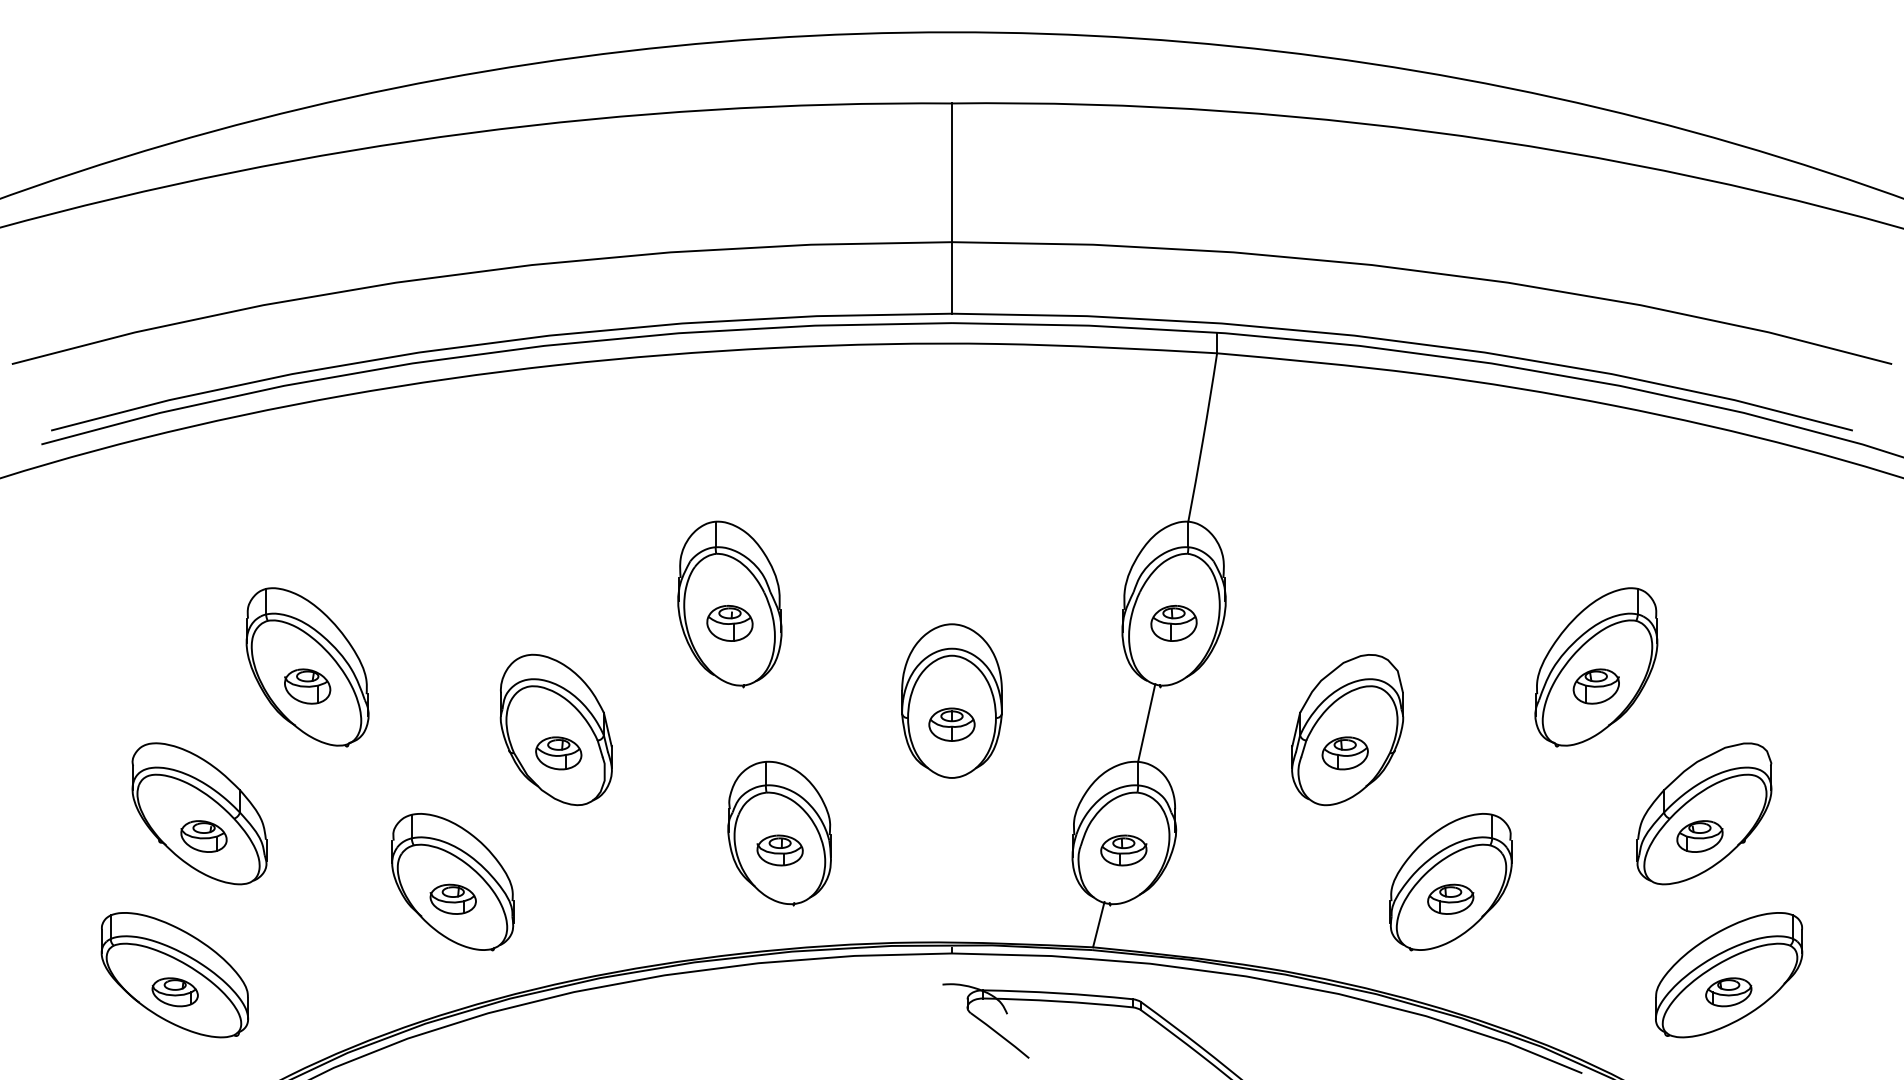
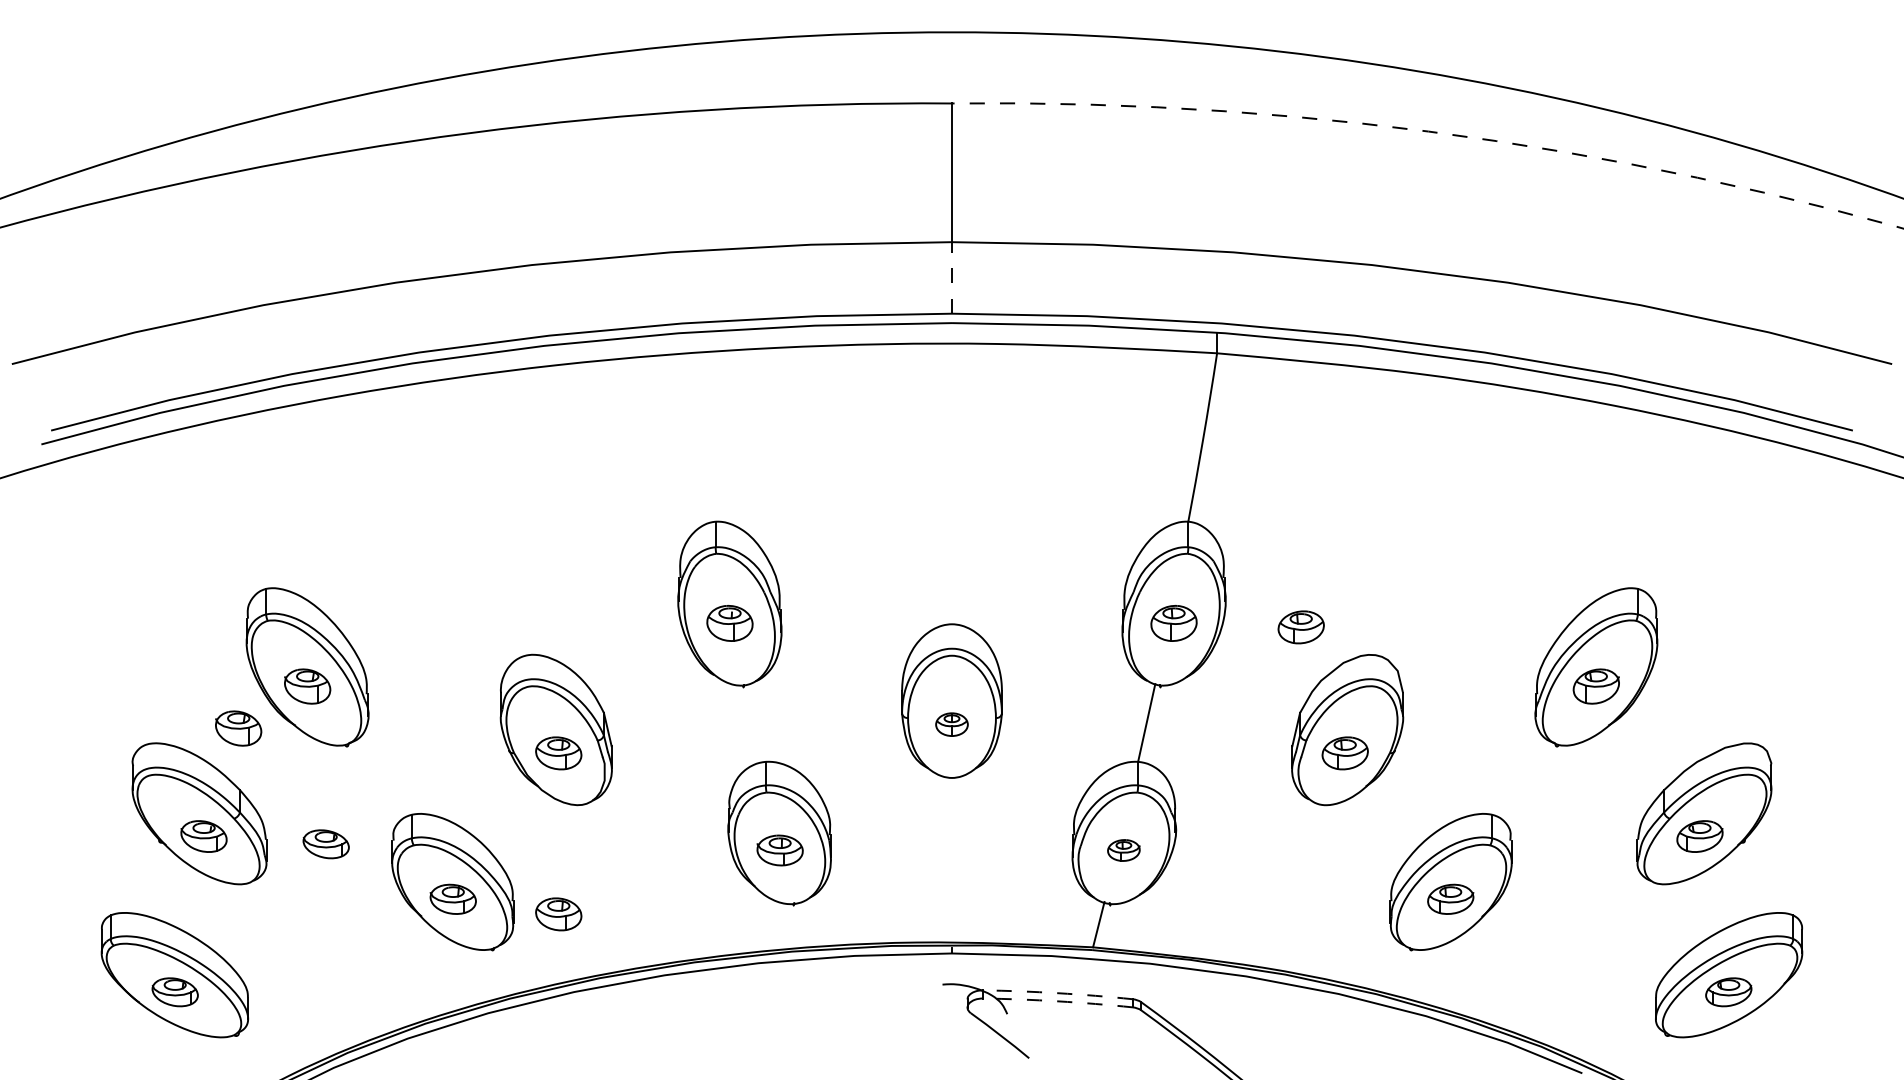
arc at (1432, 132): solid -> dashed
line at (952, 277): solid -> dashed
part at (1300, 627): none -> present
part at (951, 724) size: 48x35 px -> 34x25 px
part at (238, 728): none -> present
part at (325, 844): none -> present
part at (1123, 850) size: 48x33 px -> 34x23 px
part at (558, 914): none -> present
arc at (1057, 993): solid -> dashed
arc at (1057, 1001): solid -> dashed
